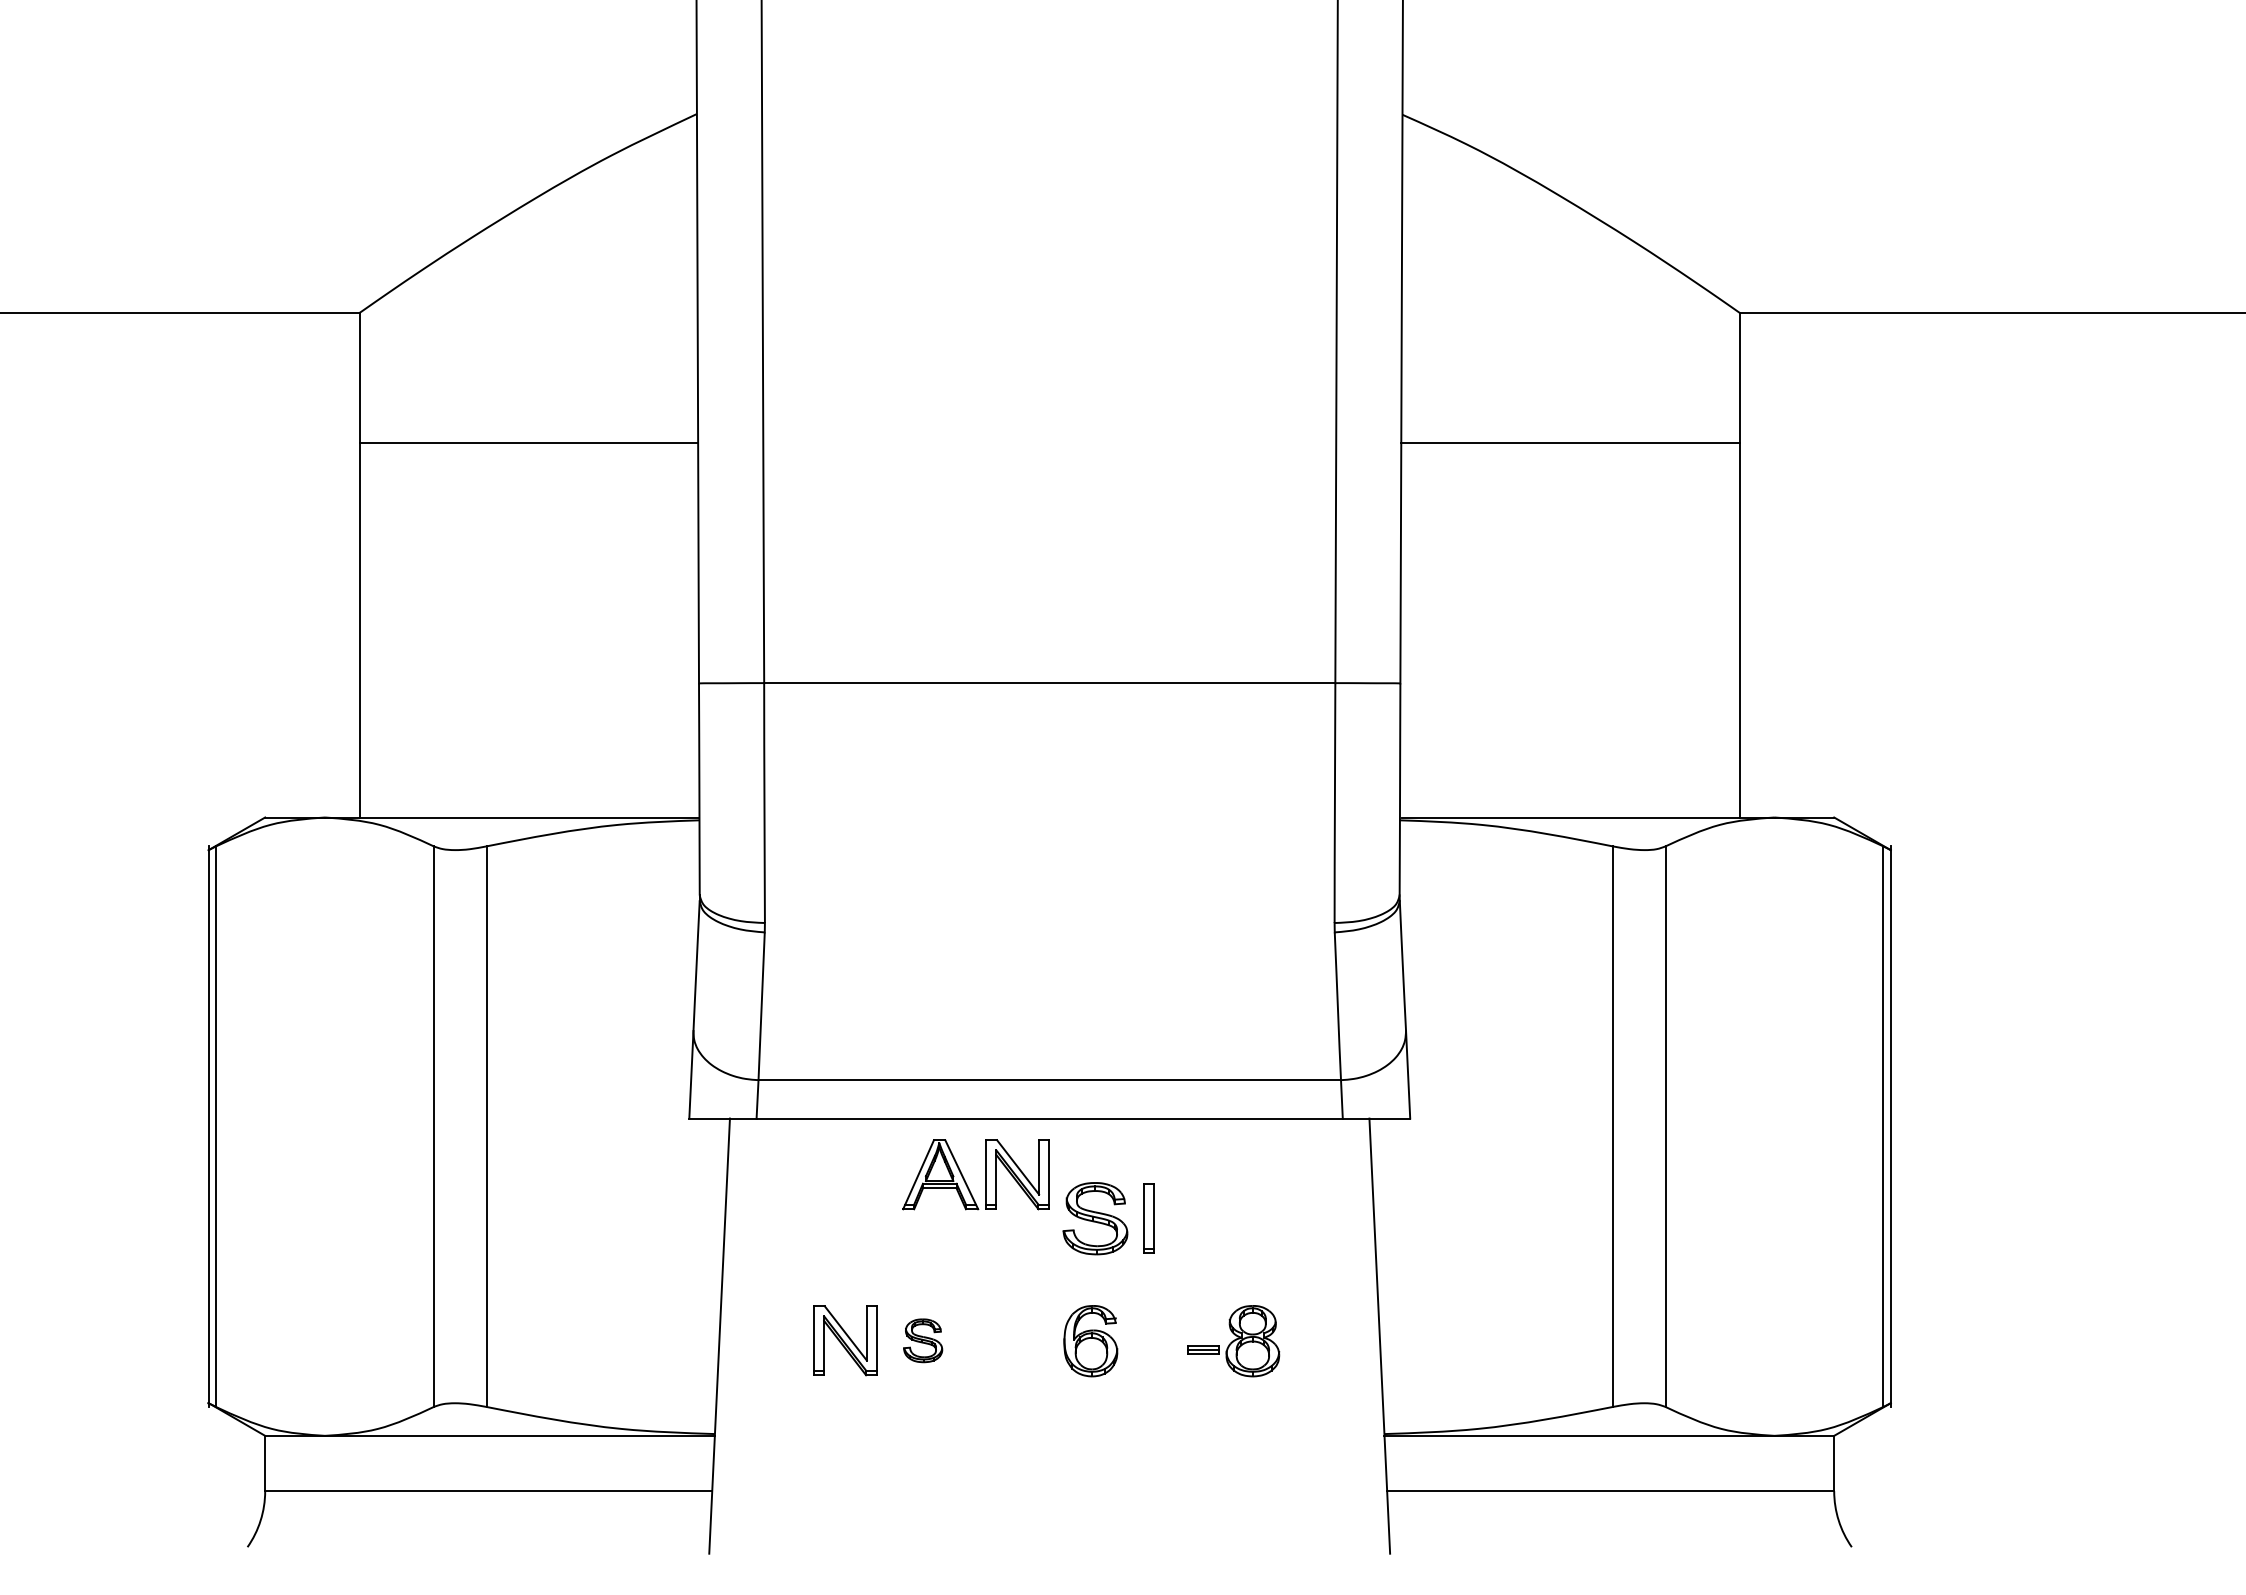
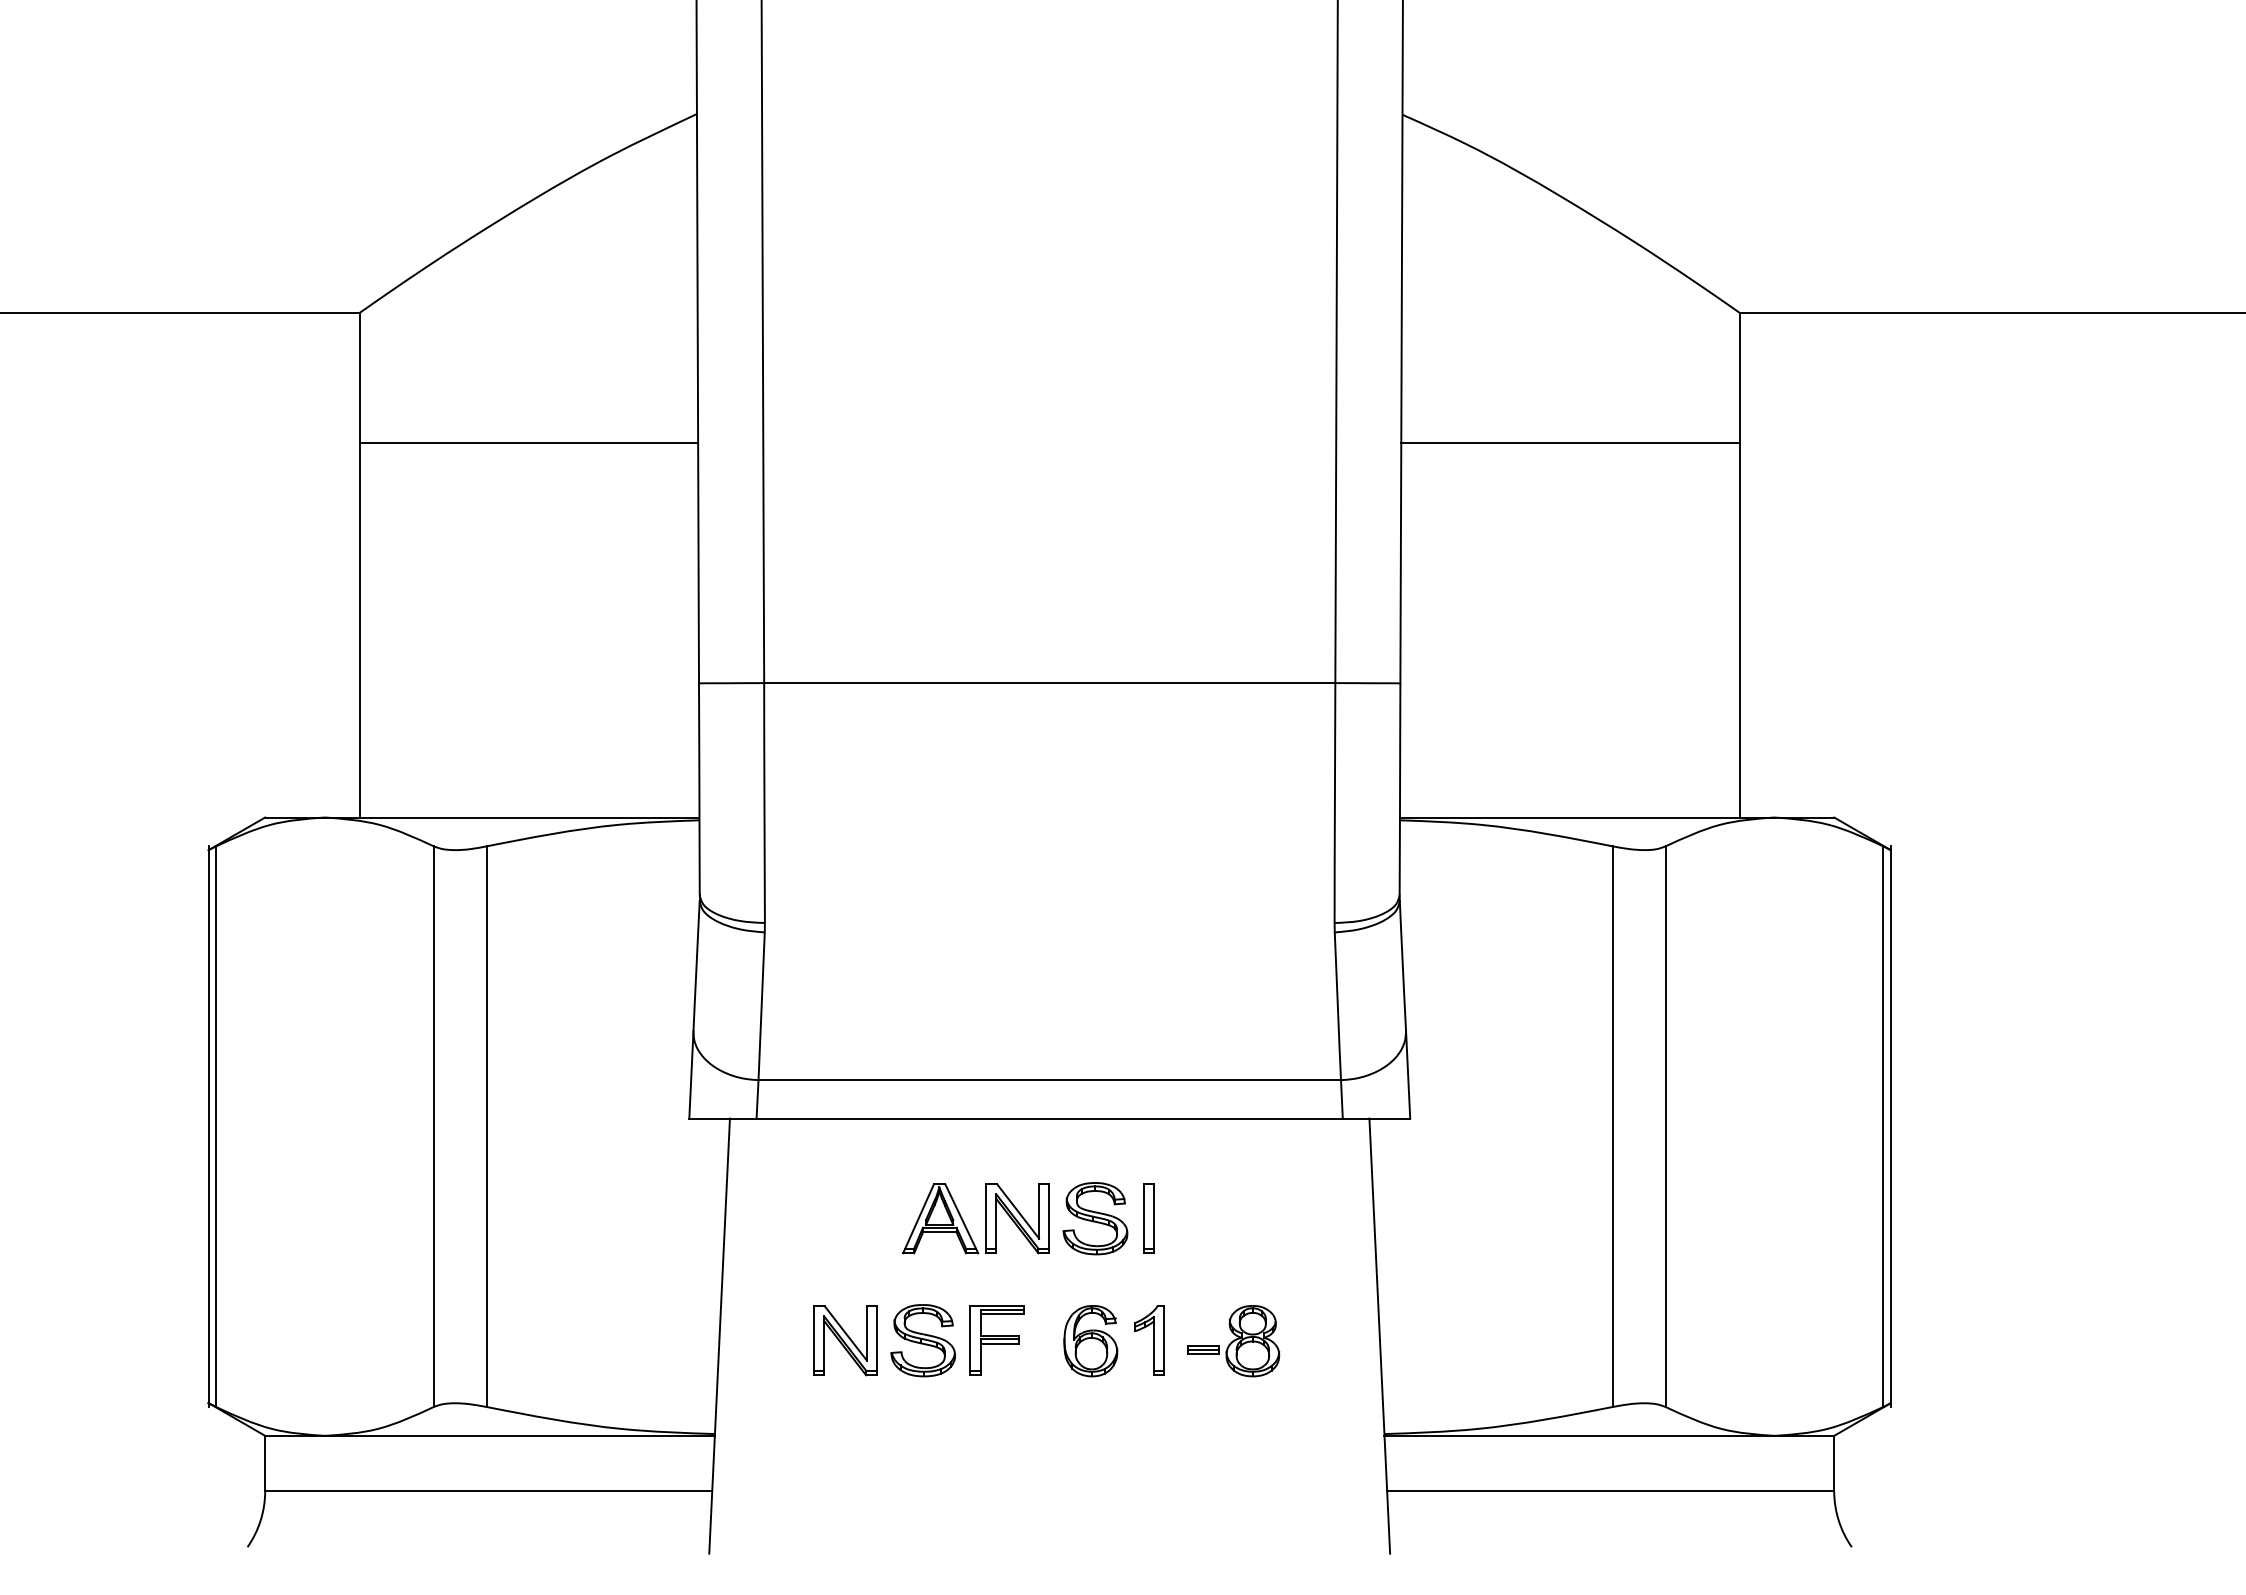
part at (985, 1174) position: (985, 1174) -> (985, 1218)
part at (923, 1340) size: 41x46 px -> 66x74 px
part at (996, 1340): none -> present
part at (1149, 1340): none -> present
